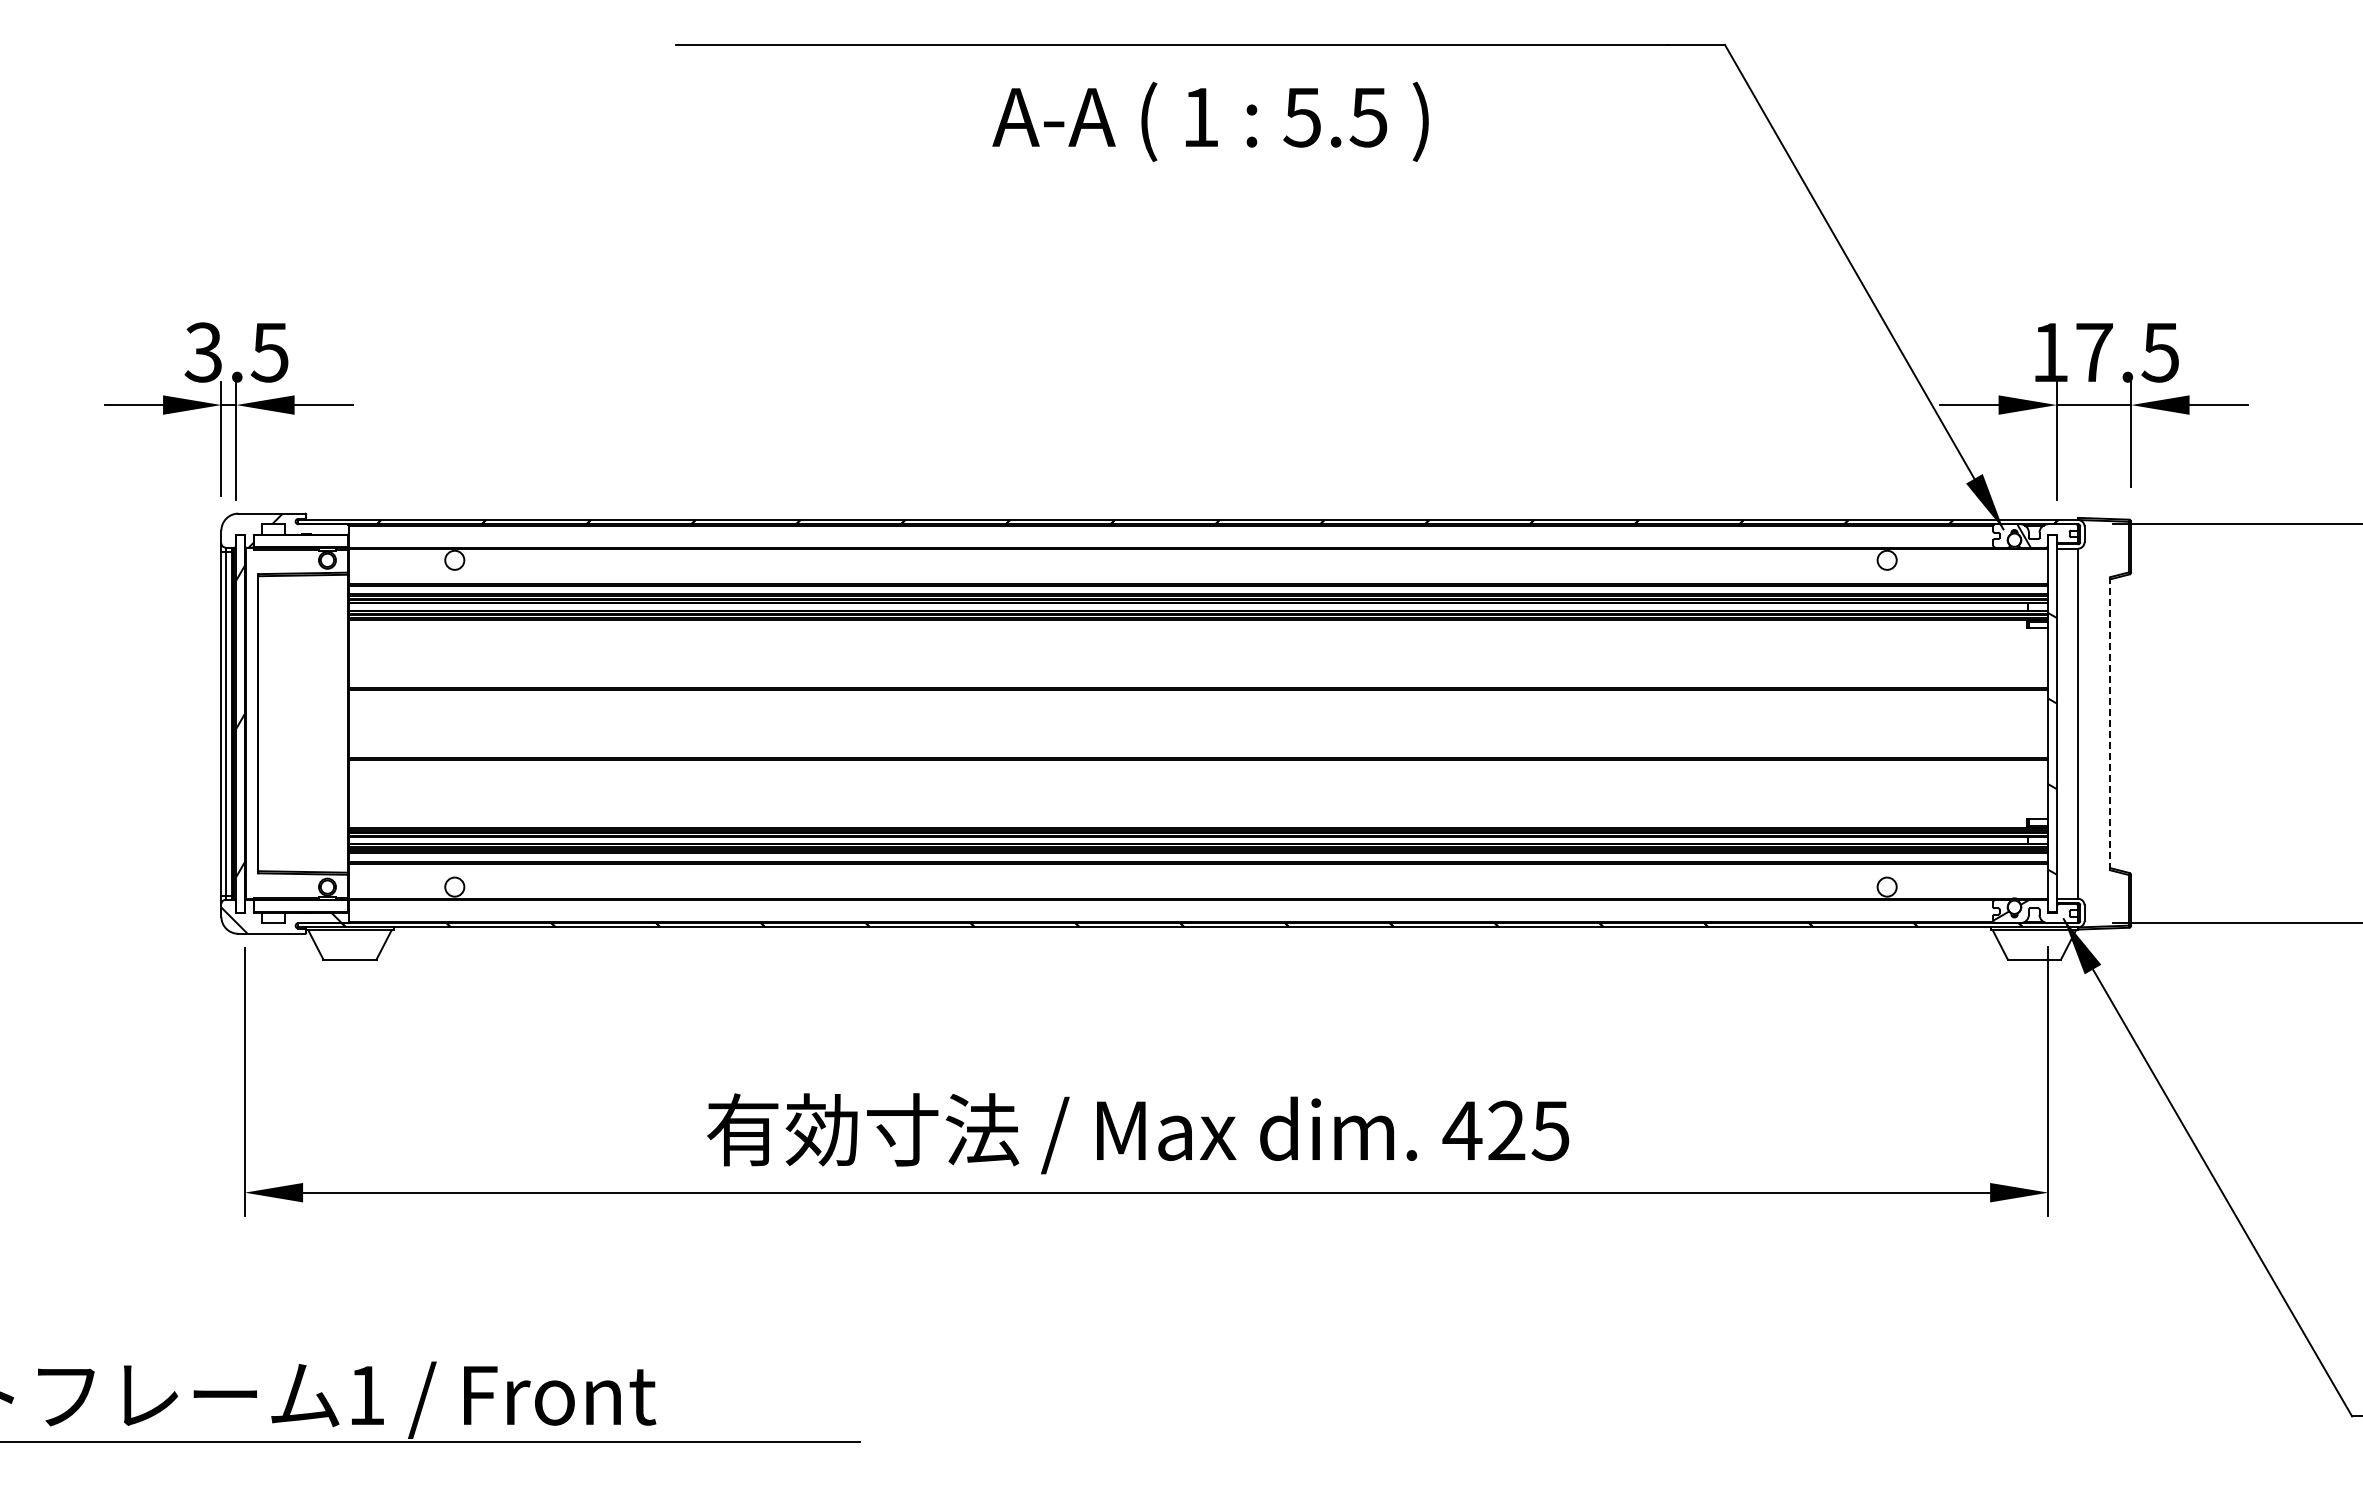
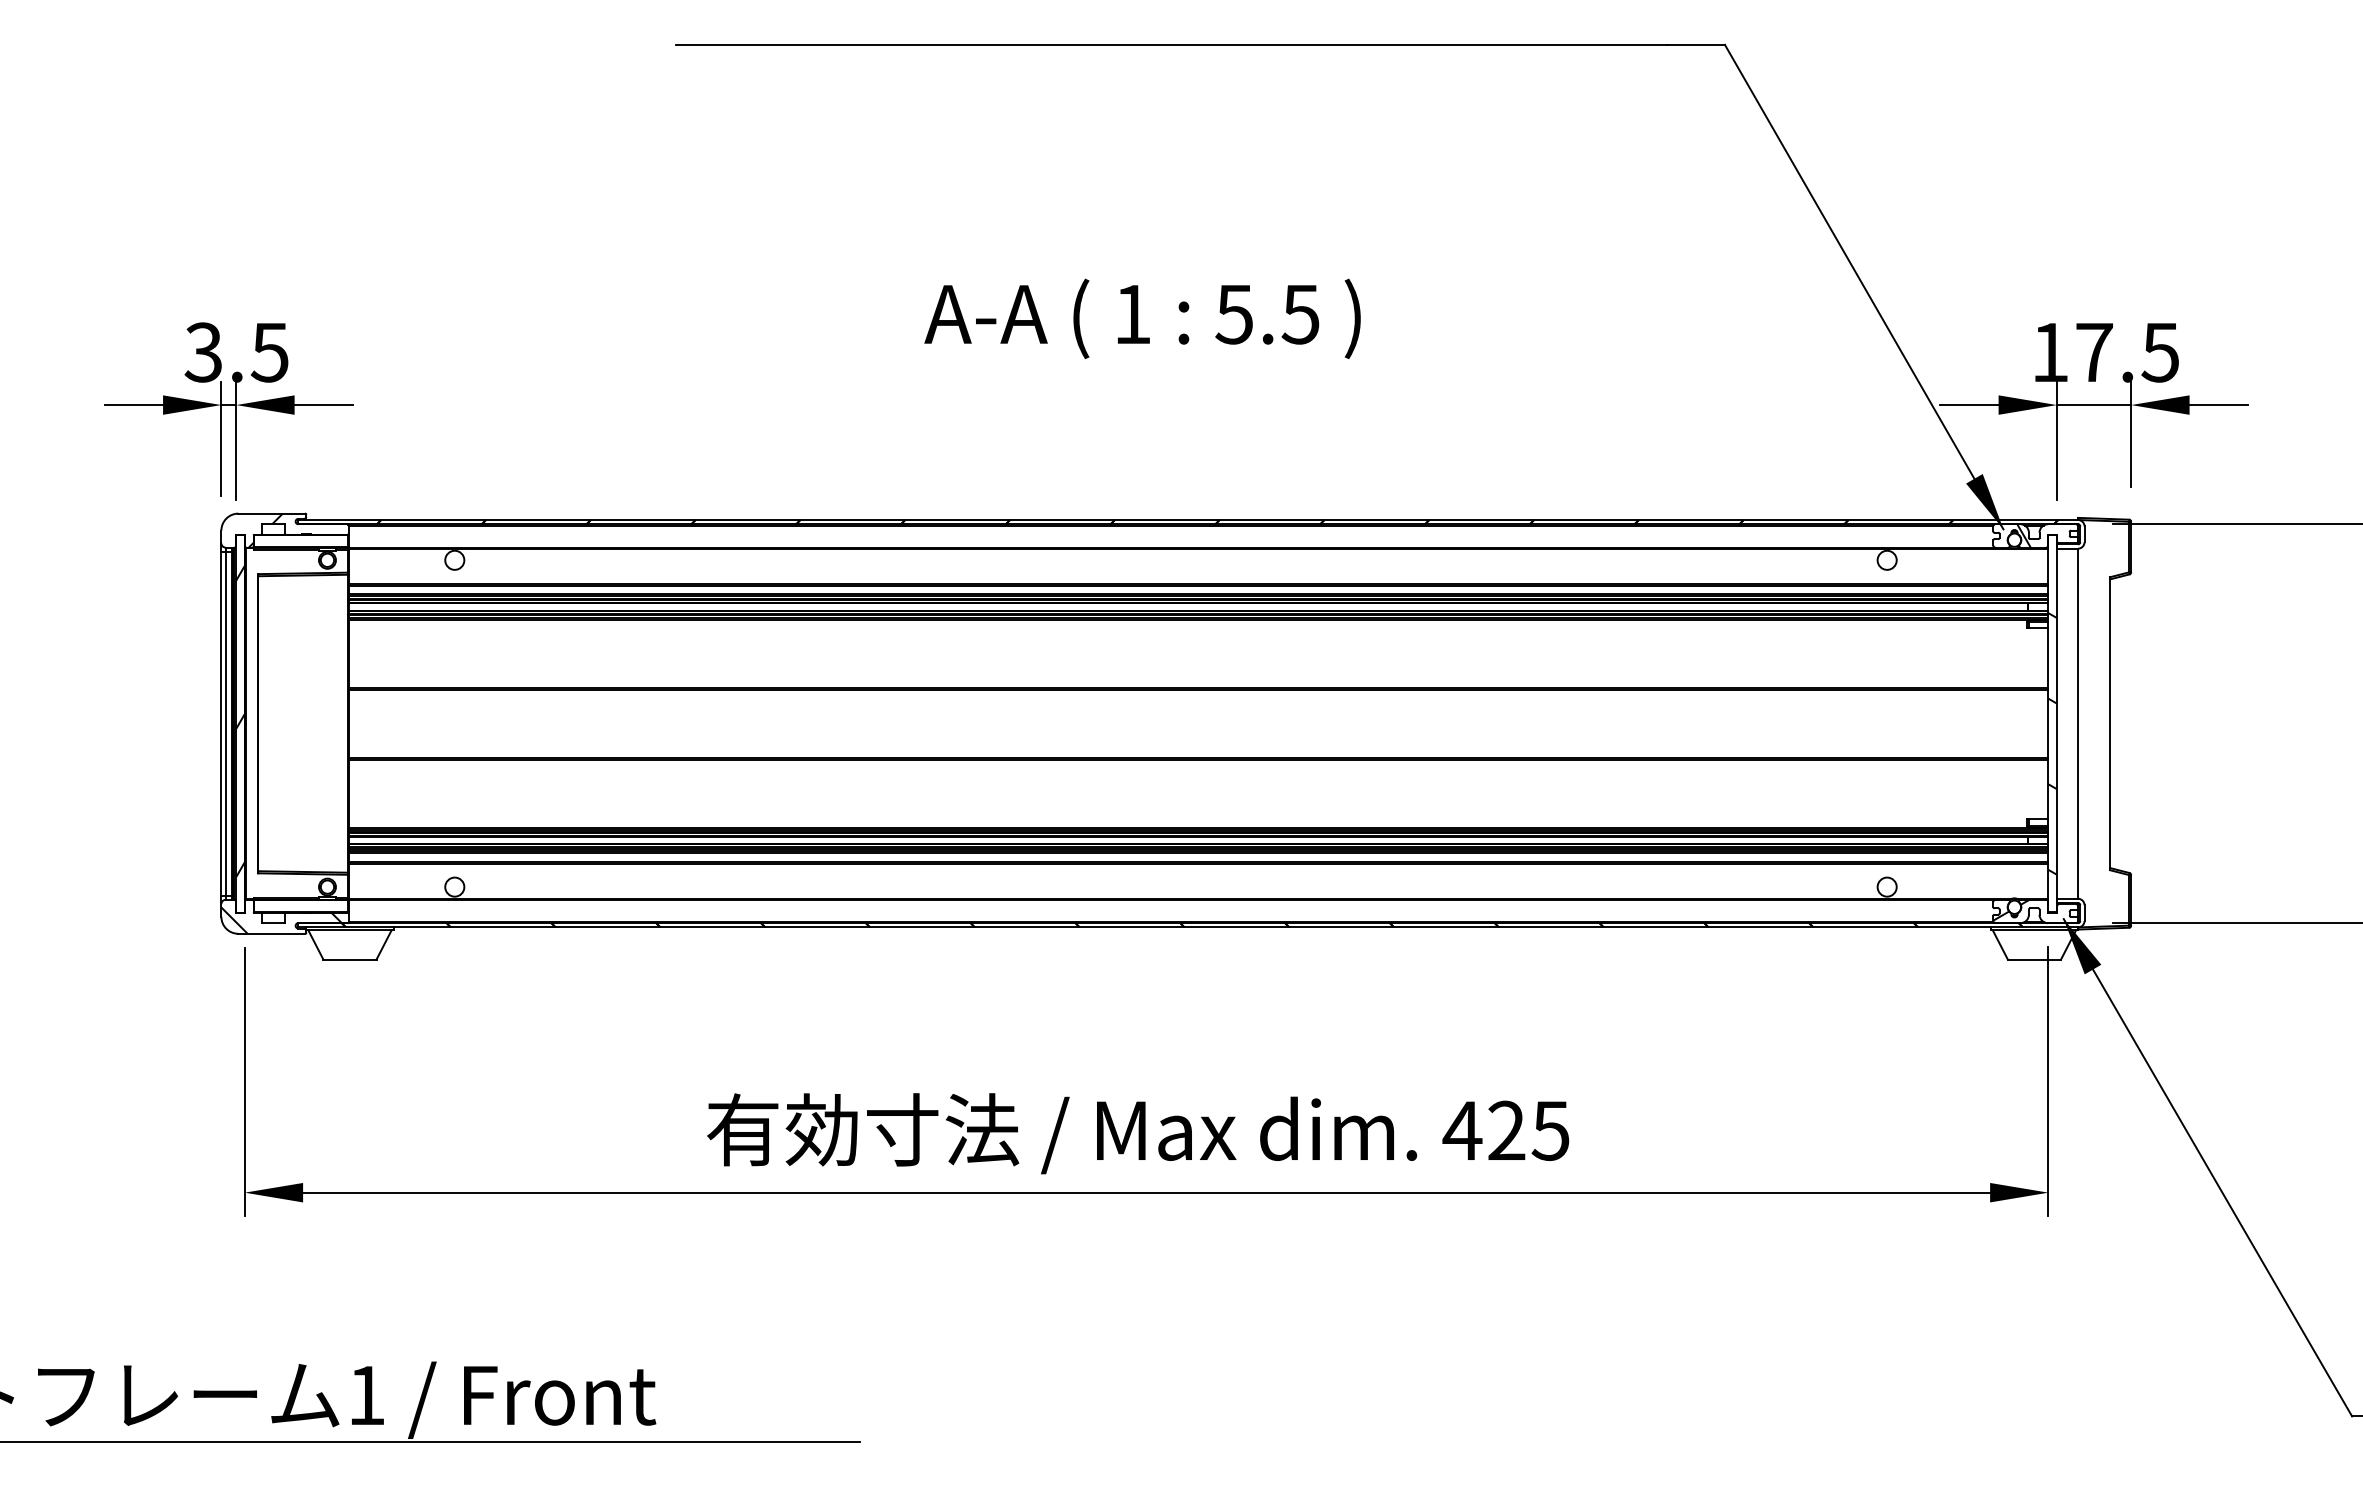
text at (1210, 121) position: (1210, 121) -> (1142, 318)
line at (2109, 724): dashed -> solid
